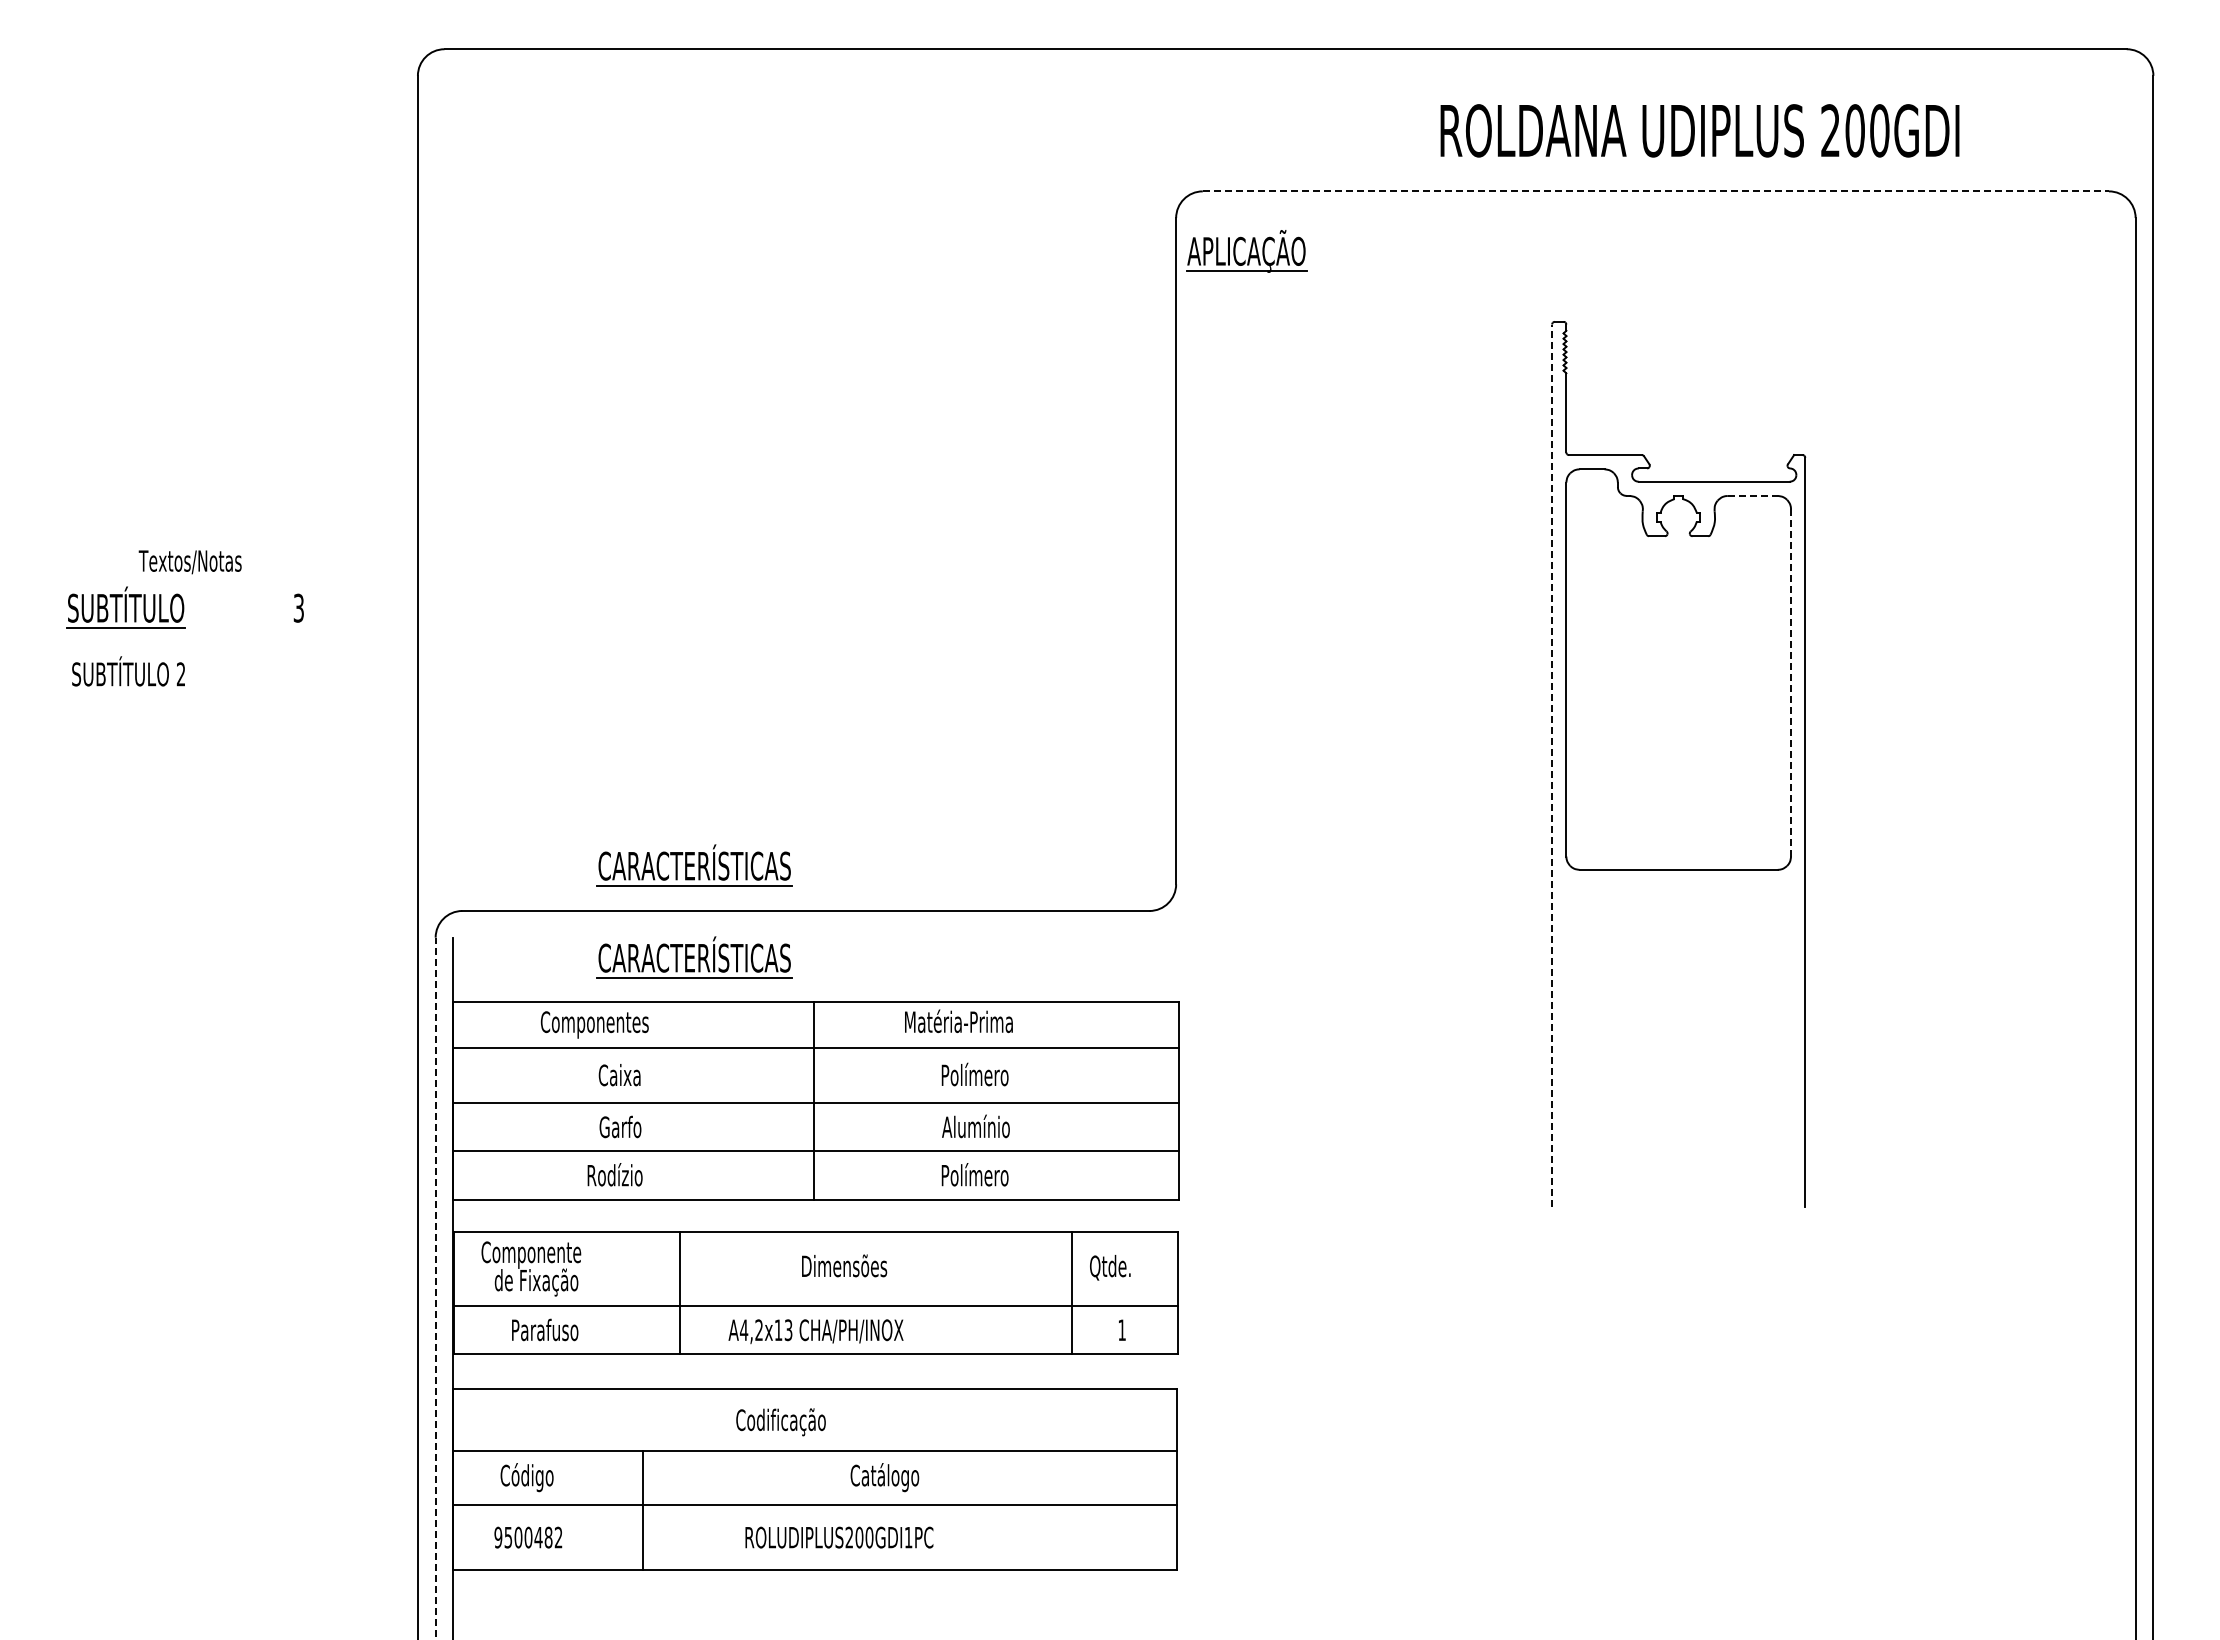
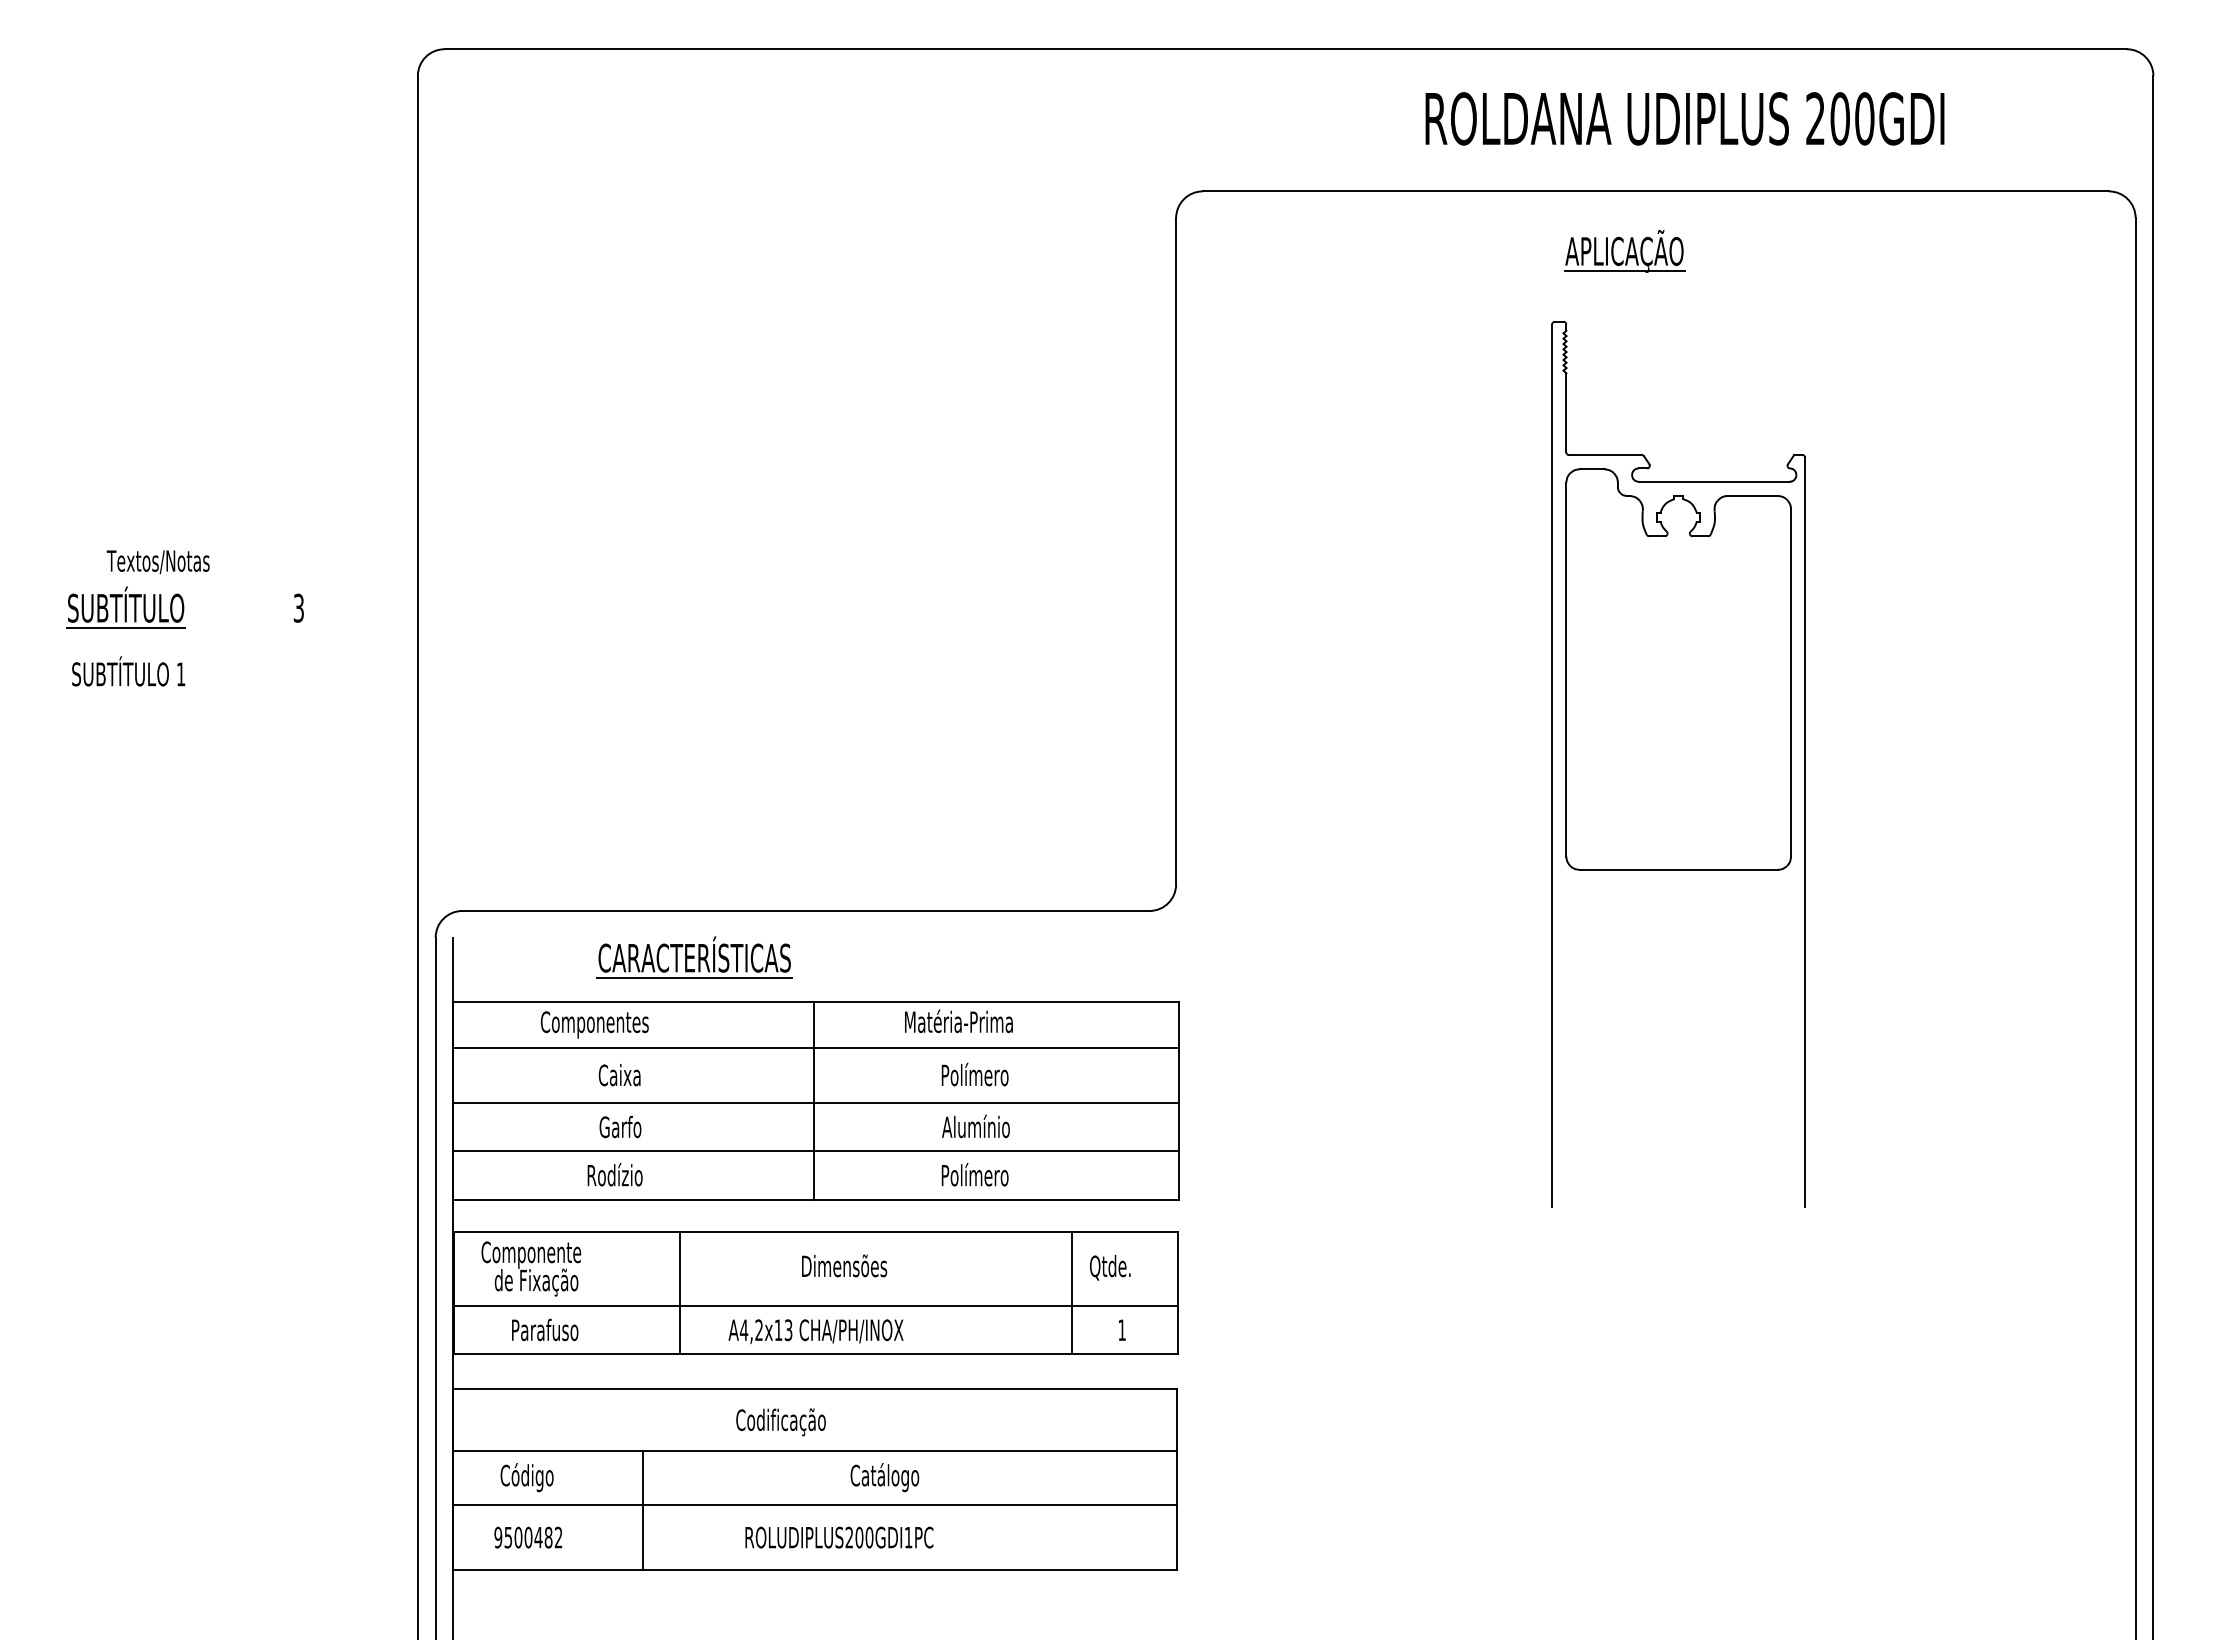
text at (1699, 130) position: (1699, 130) -> (1684, 118)
line at (1656, 191): dashed -> solid
part at (1246, 251) position: (1246, 251) -> (1624, 251)
line at (1752, 495): dashed -> solid
text at (189, 562) position: (189, 562) -> (157, 562)
text at (180, 674): 2 -> 1
line at (1791, 682): dashed -> solid
line at (1552, 765): dashed -> solid
part at (694, 865): present -> none
line at (435, 1288): dashed -> solid
